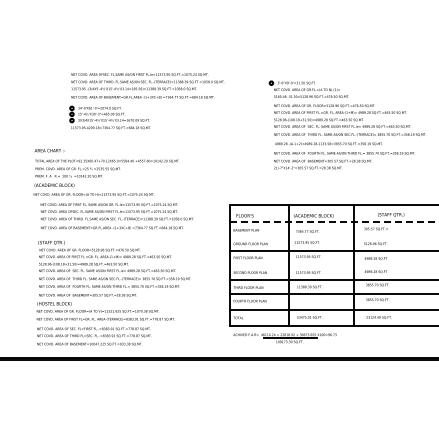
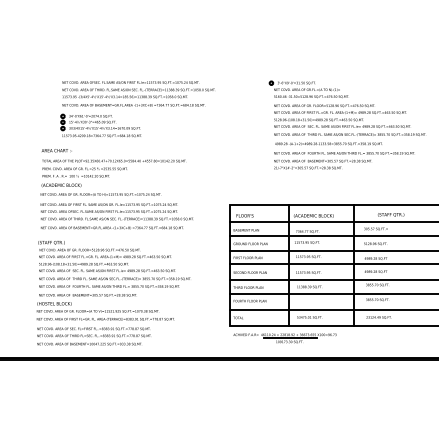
part at (146, 101) position: (146, 101) -> (137, 109)
text at (105, 172) position: (105, 172) -> (112, 172)
line at (334, 222): dashed -> solid
line at (332, 236): none -> present
line at (332, 263): none -> present
